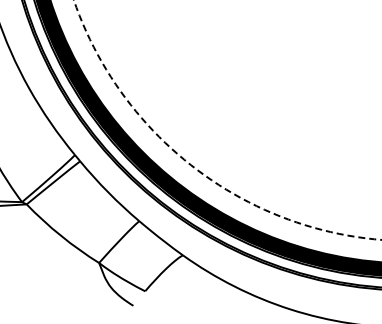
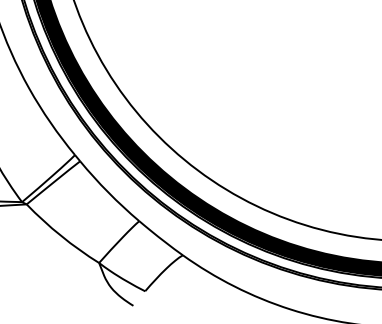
circle at (227, 119): dashed -> solid
